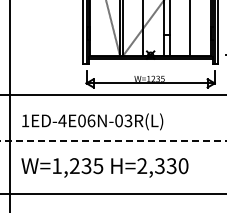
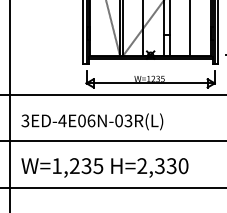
text at (25, 120): 1ED-4E06N-03R(L) -> 3ED-4E06N-03R(L)
line at (113, 141): dashed -> solid
line at (112, 194) position: (112, 194) -> (112, 188)
